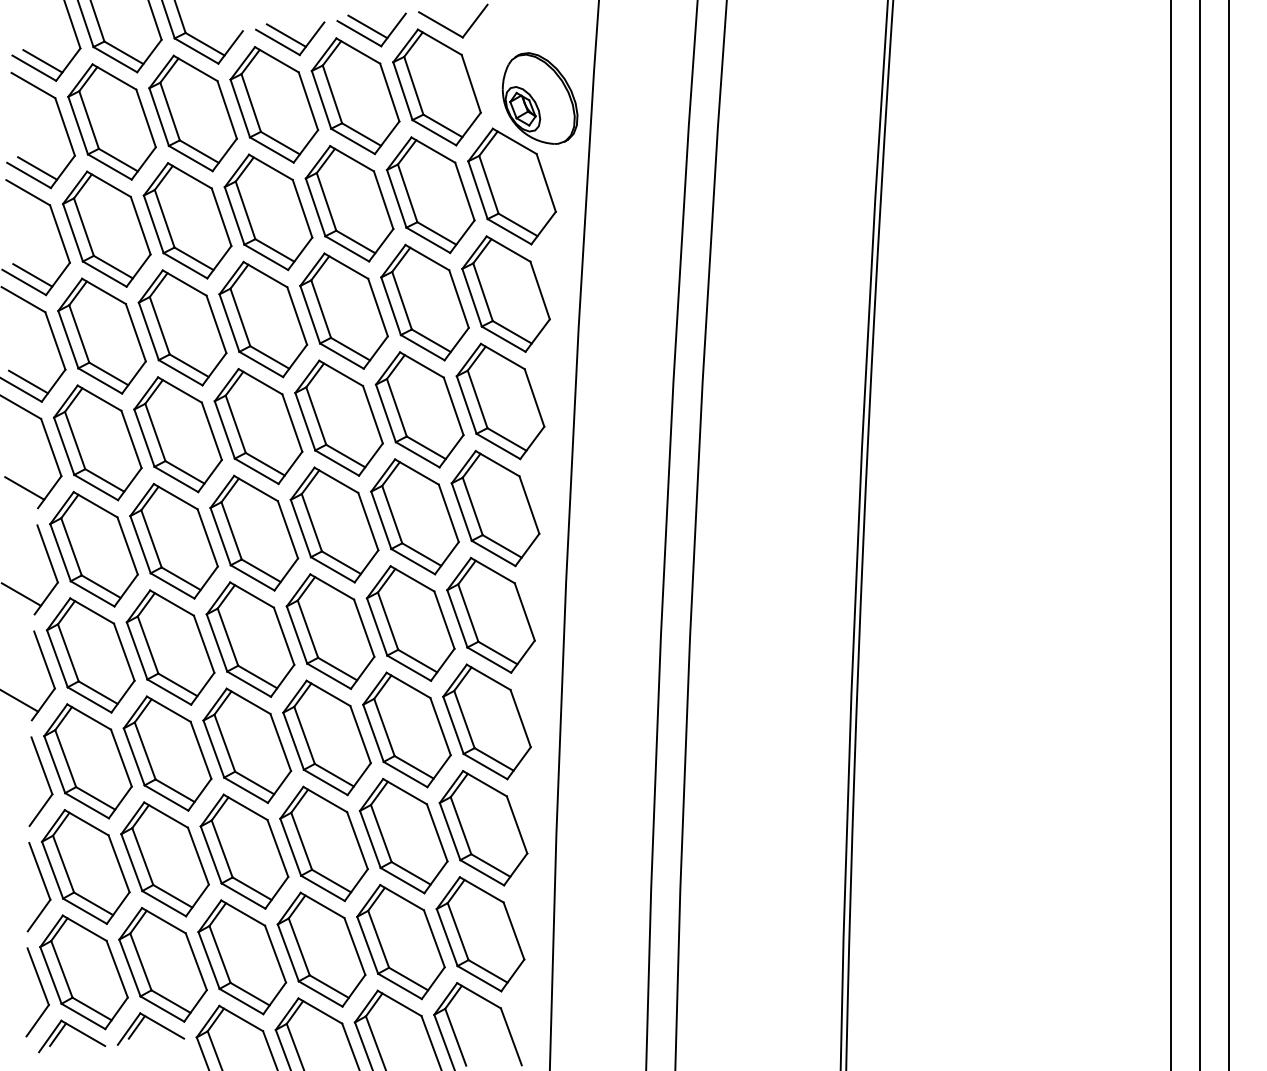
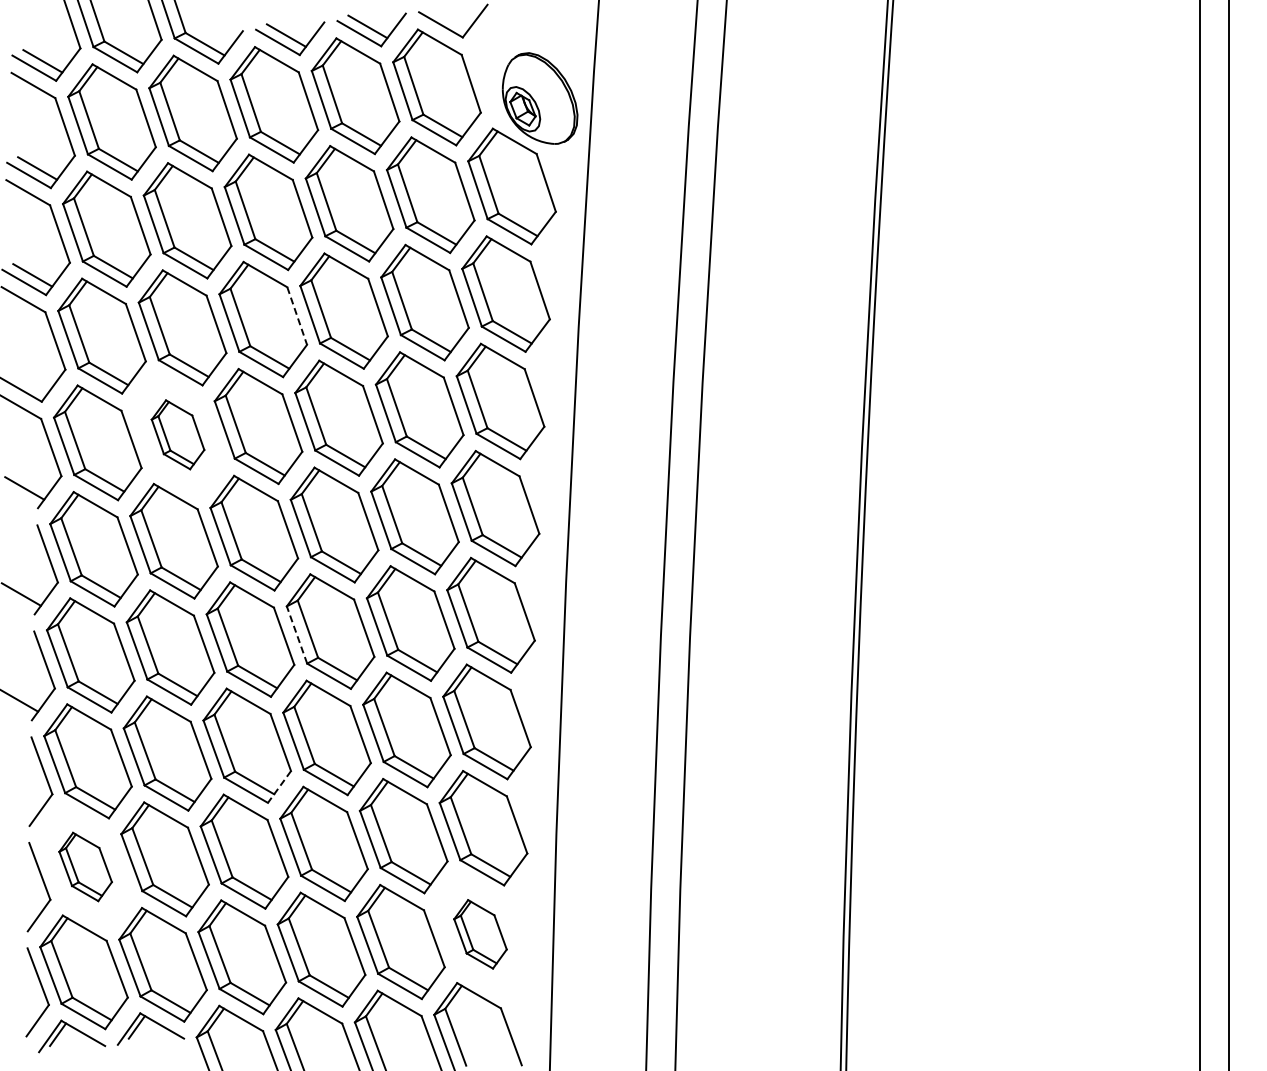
line at (297, 316): solid -> dashed
line at (28, 381): present -> none
part at (177, 434) size: 90x118 px -> 56x72 px
line at (1170, 534): present -> none
line at (296, 634): solid -> dashed
line at (279, 786): solid -> dashed
part at (85, 866) size: 91x116 px -> 55x72 px
part at (480, 934) size: 91x117 px -> 55x71 px
